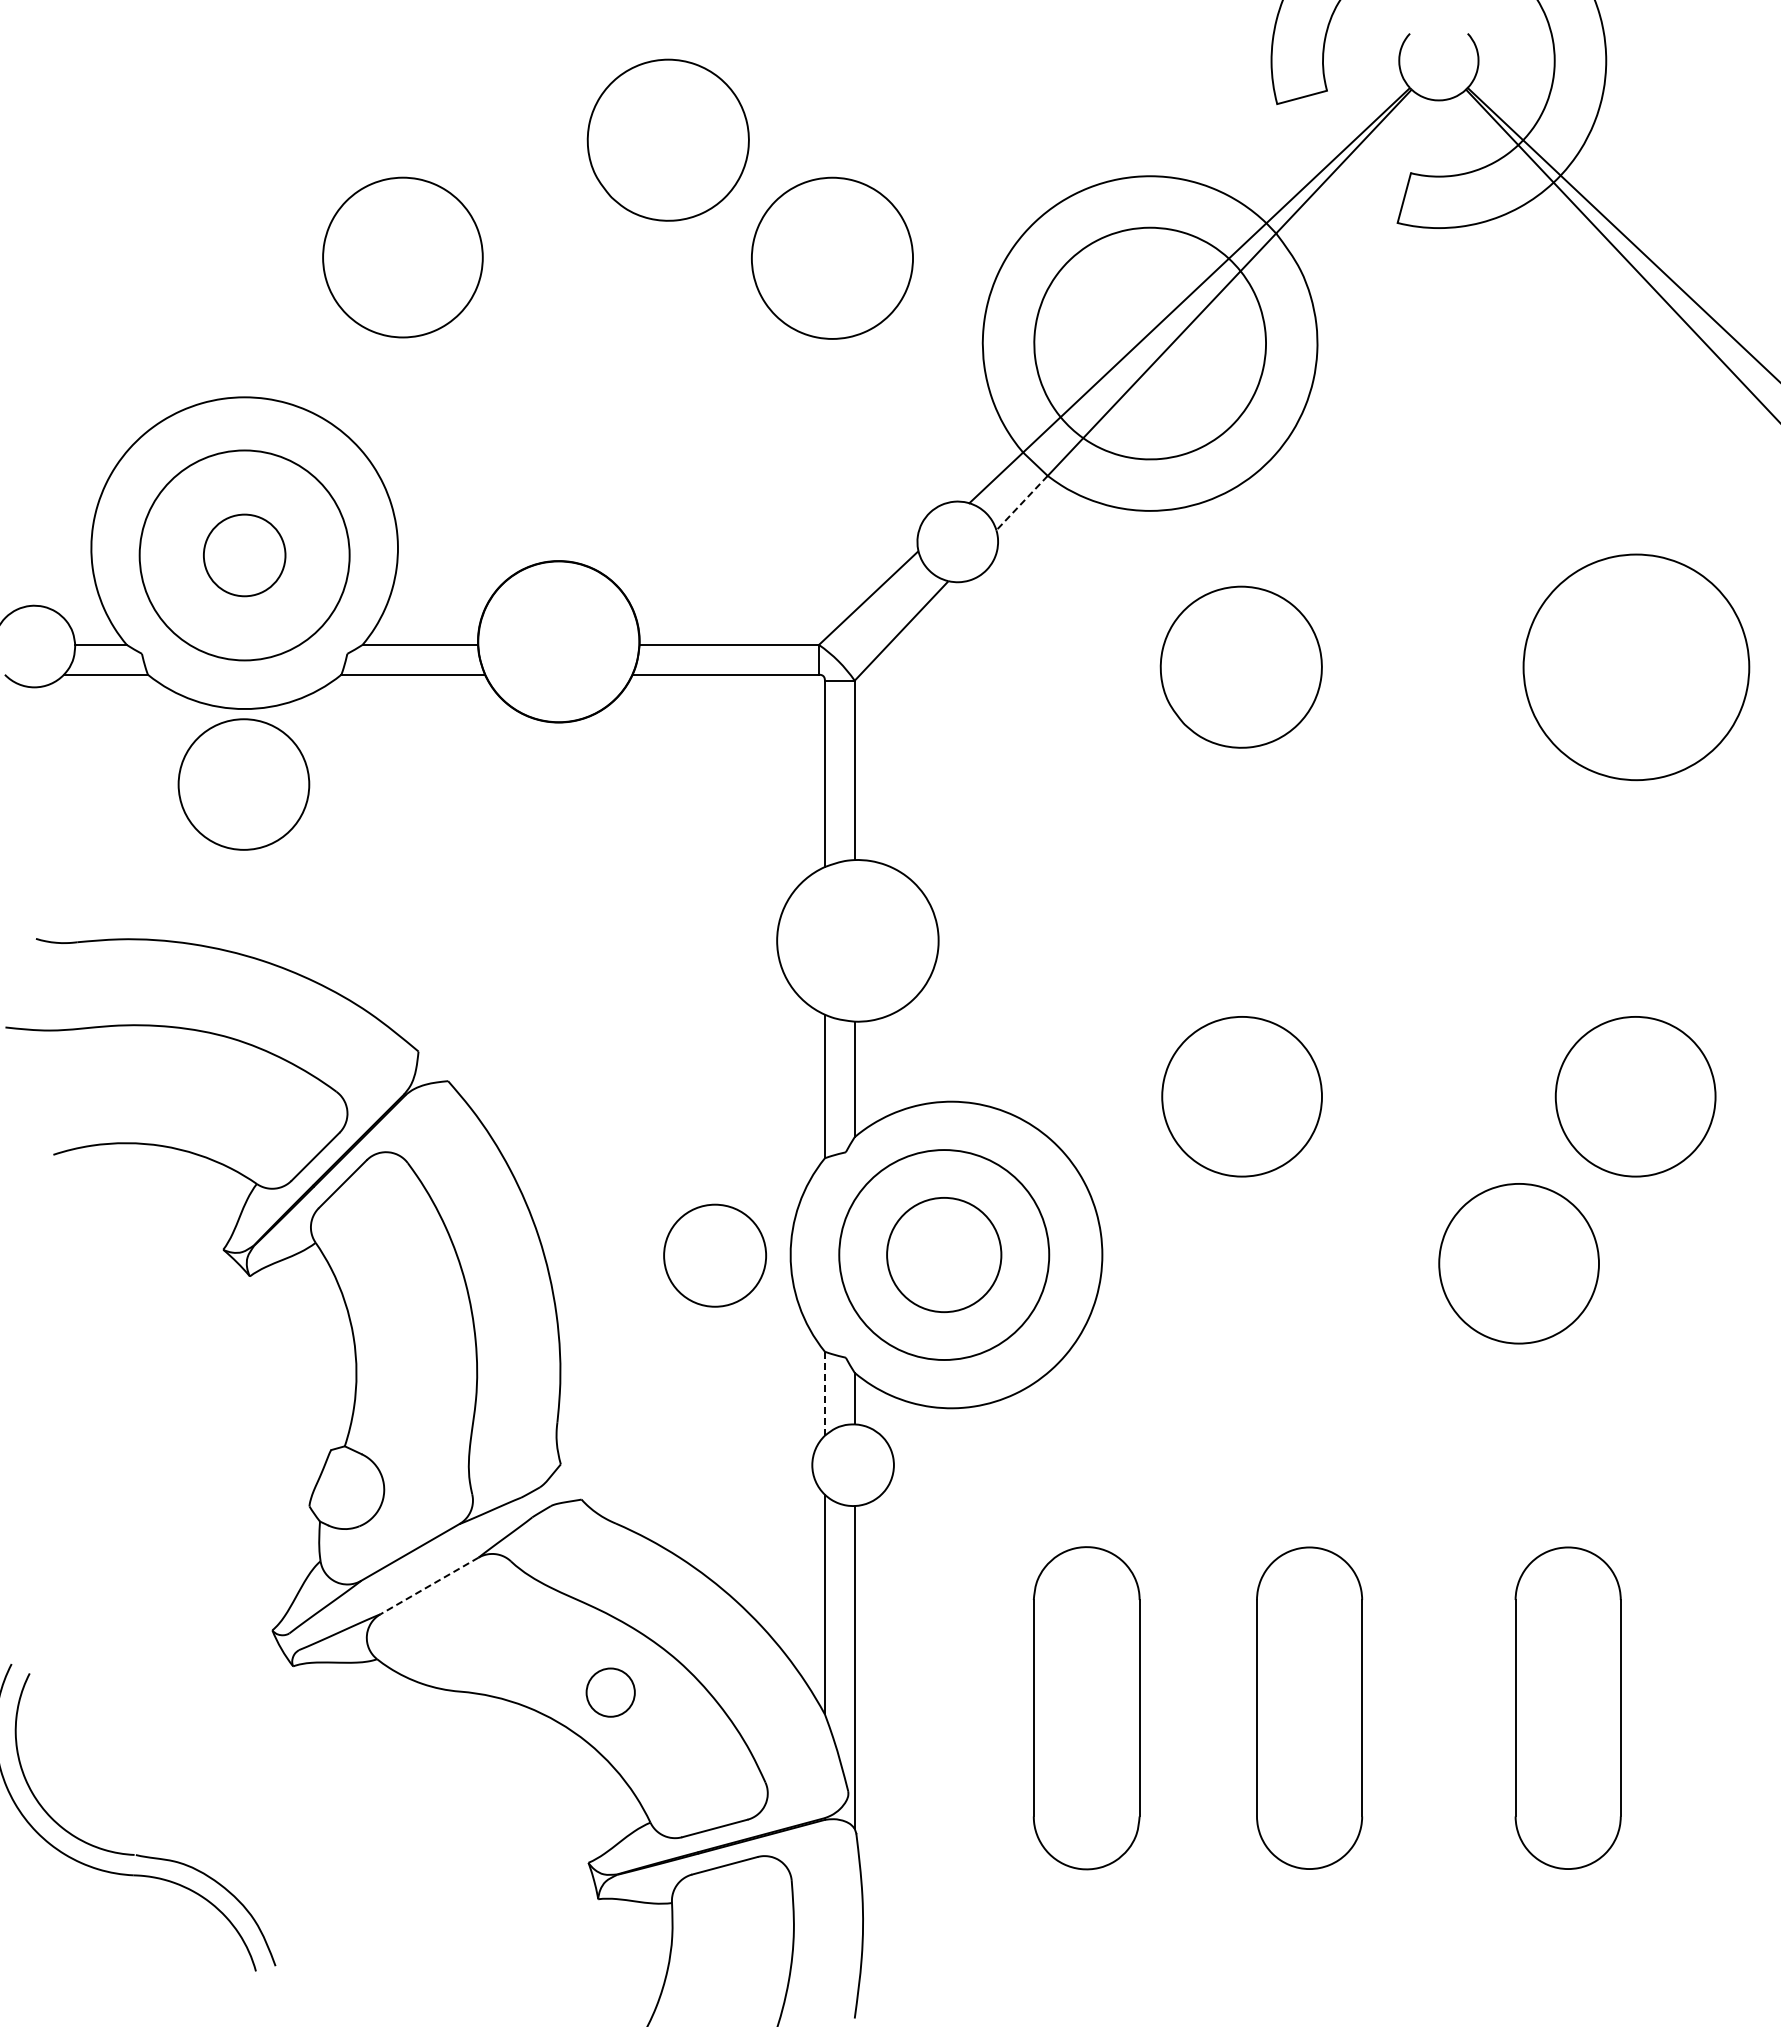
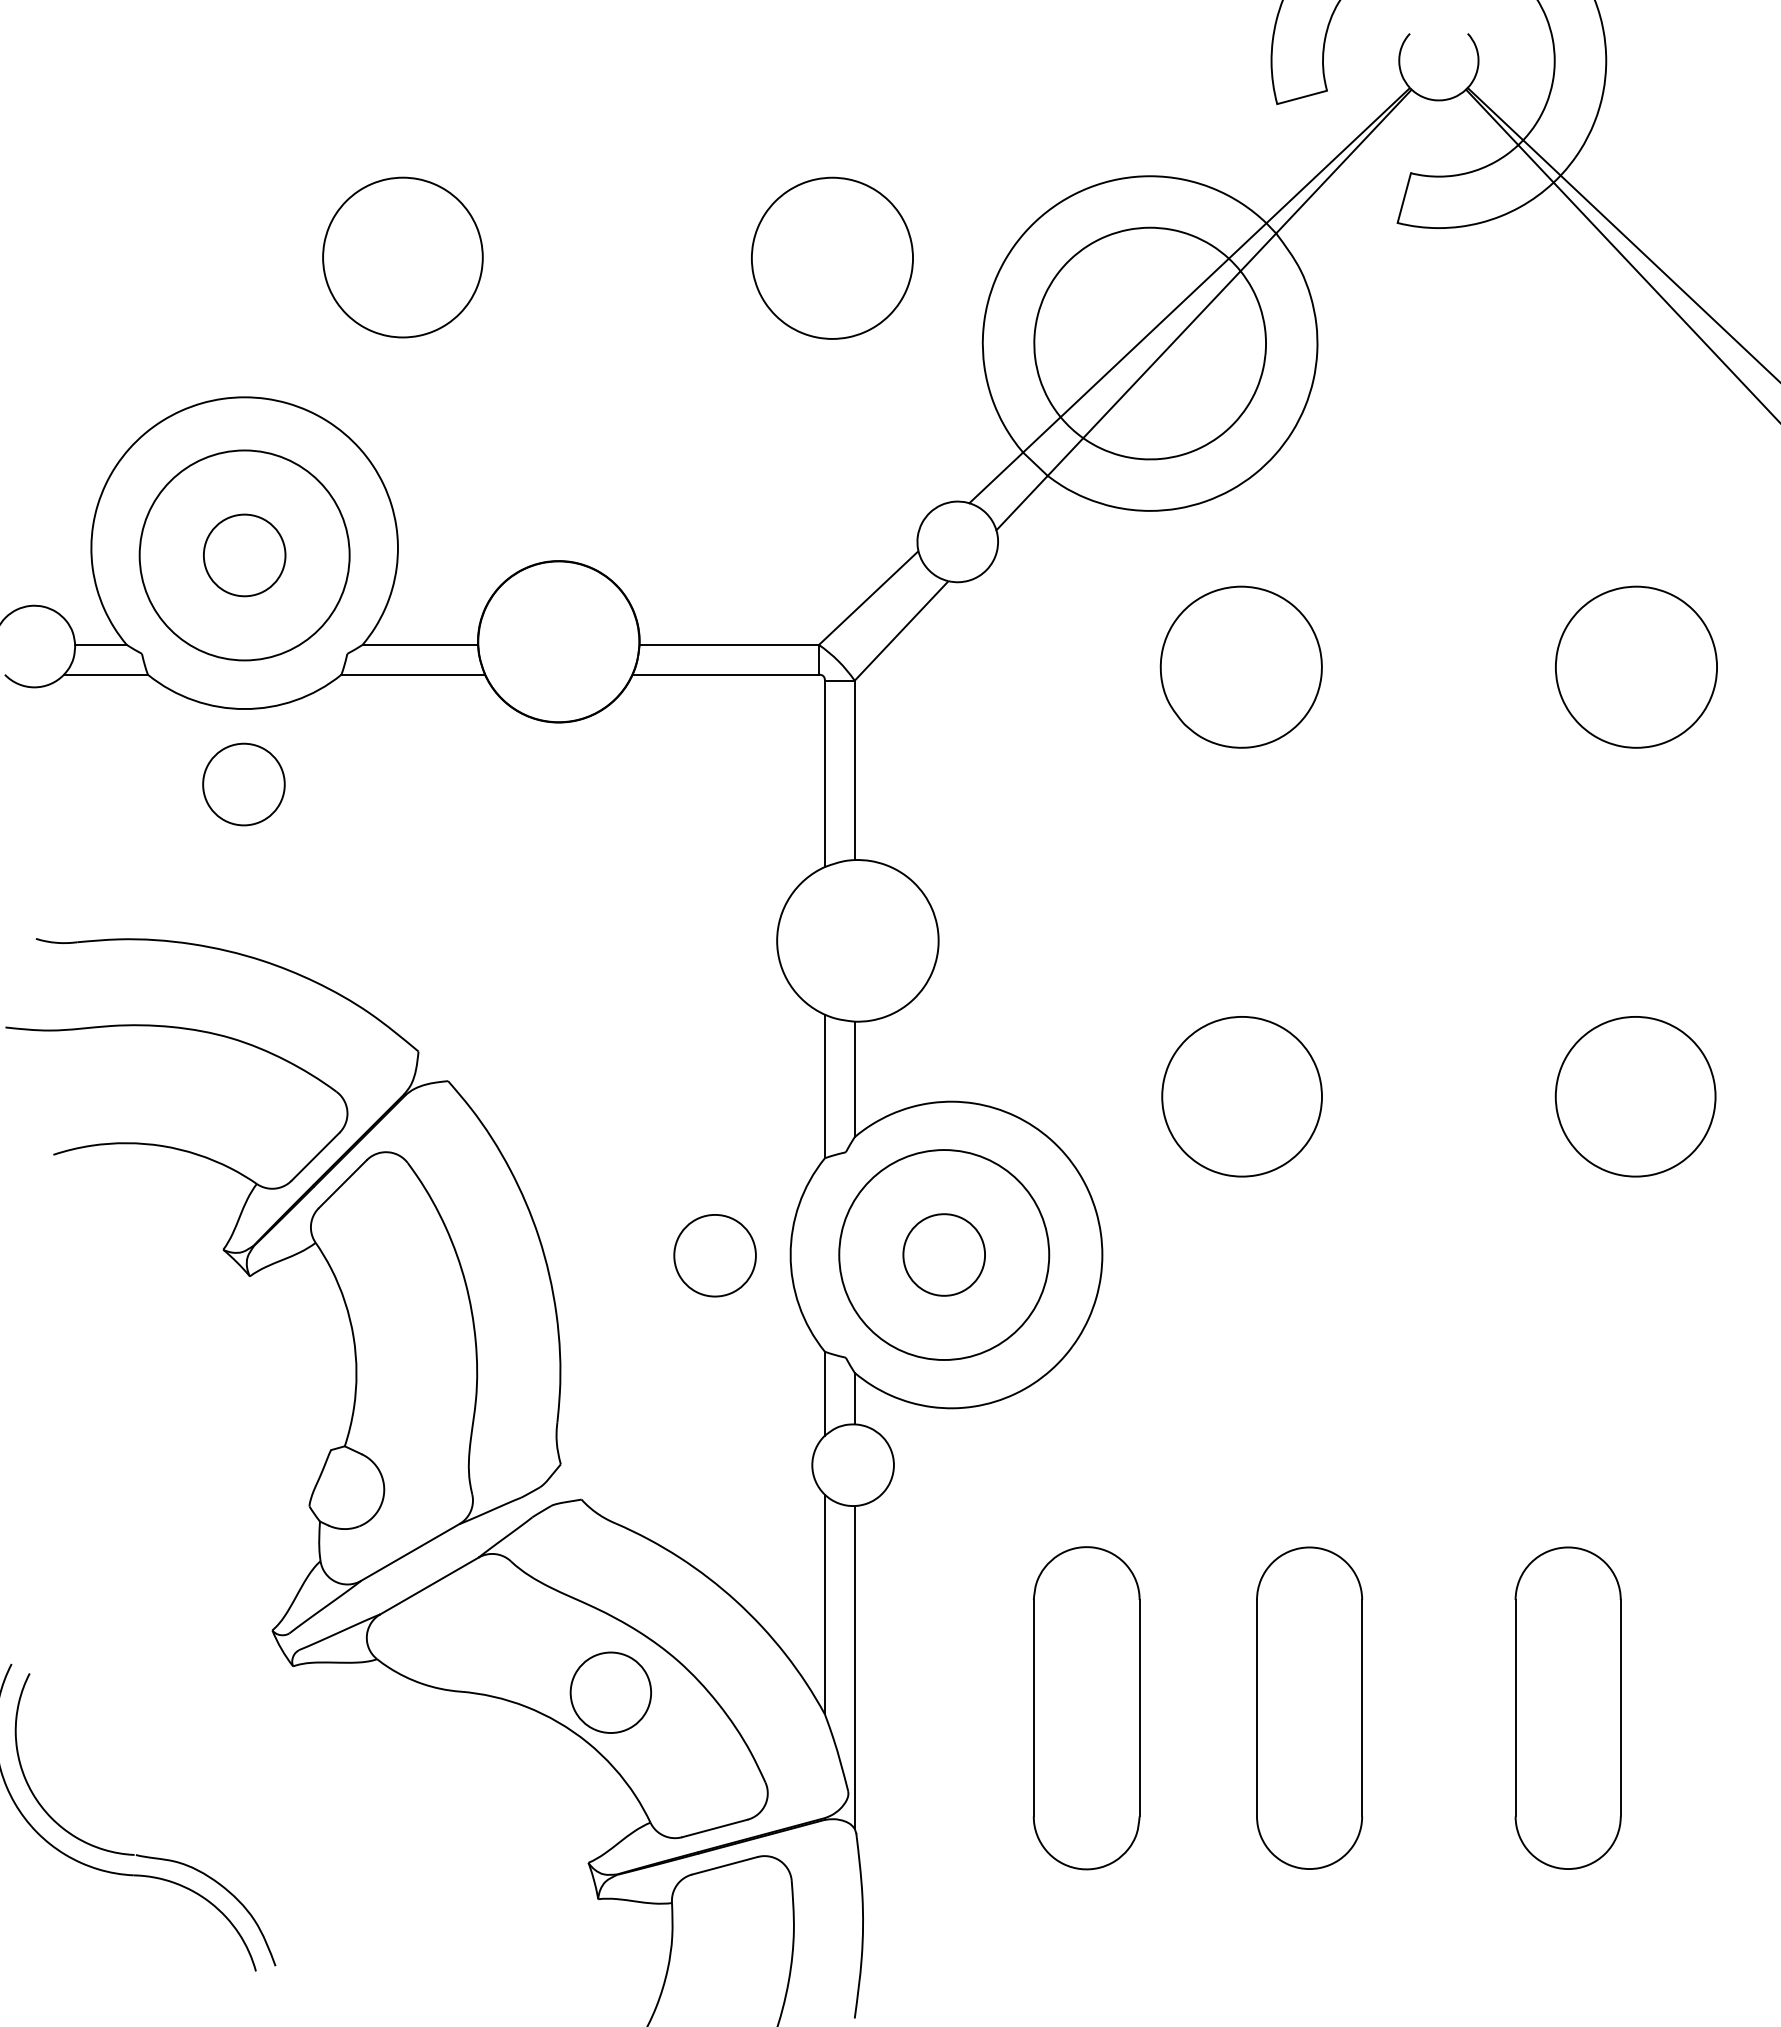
part at (667, 139): present -> none
line at (1021, 503): dashed -> solid
part at (1636, 667) size: 229x229 px -> 163x164 px
circle at (243, 784) diameter: 131 px -> 82 px
circle at (944, 1254) diameter: 114 px -> 82 px
circle at (715, 1255) diameter: 102 px -> 82 px
part at (1518, 1263): present -> none
line at (824, 1393): dashed -> solid
line at (429, 1585): dashed -> solid
circle at (610, 1692) size: 51x51 px -> 83x83 px
